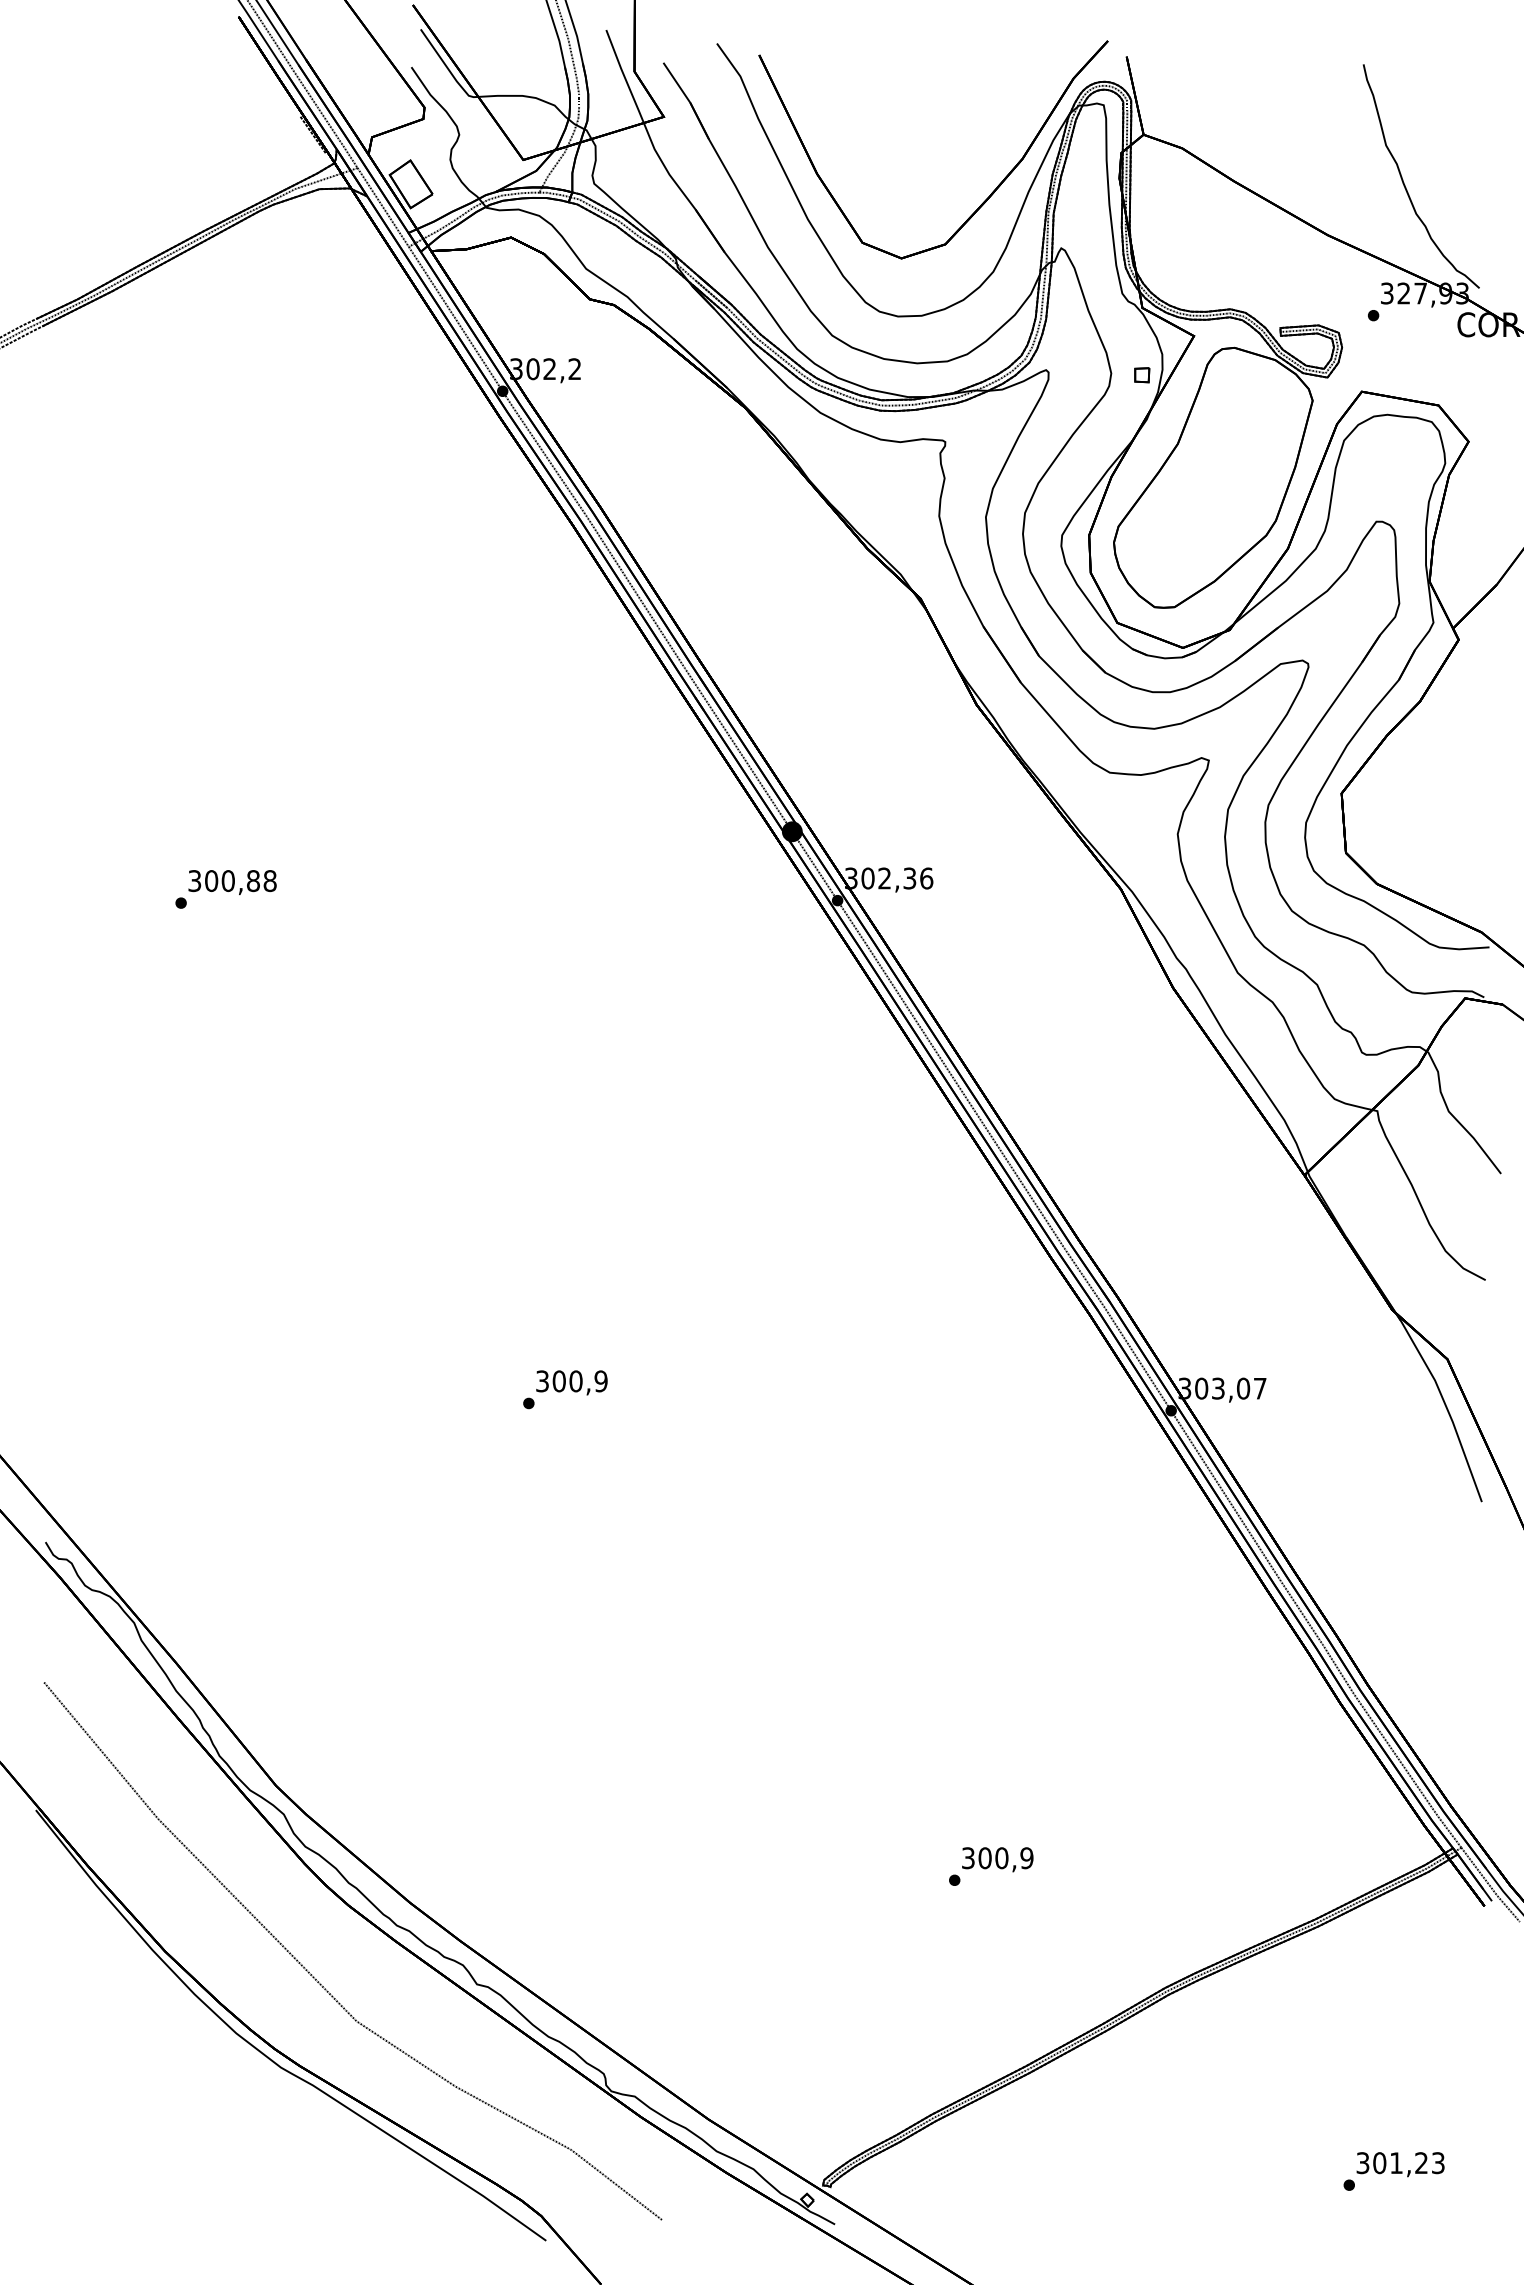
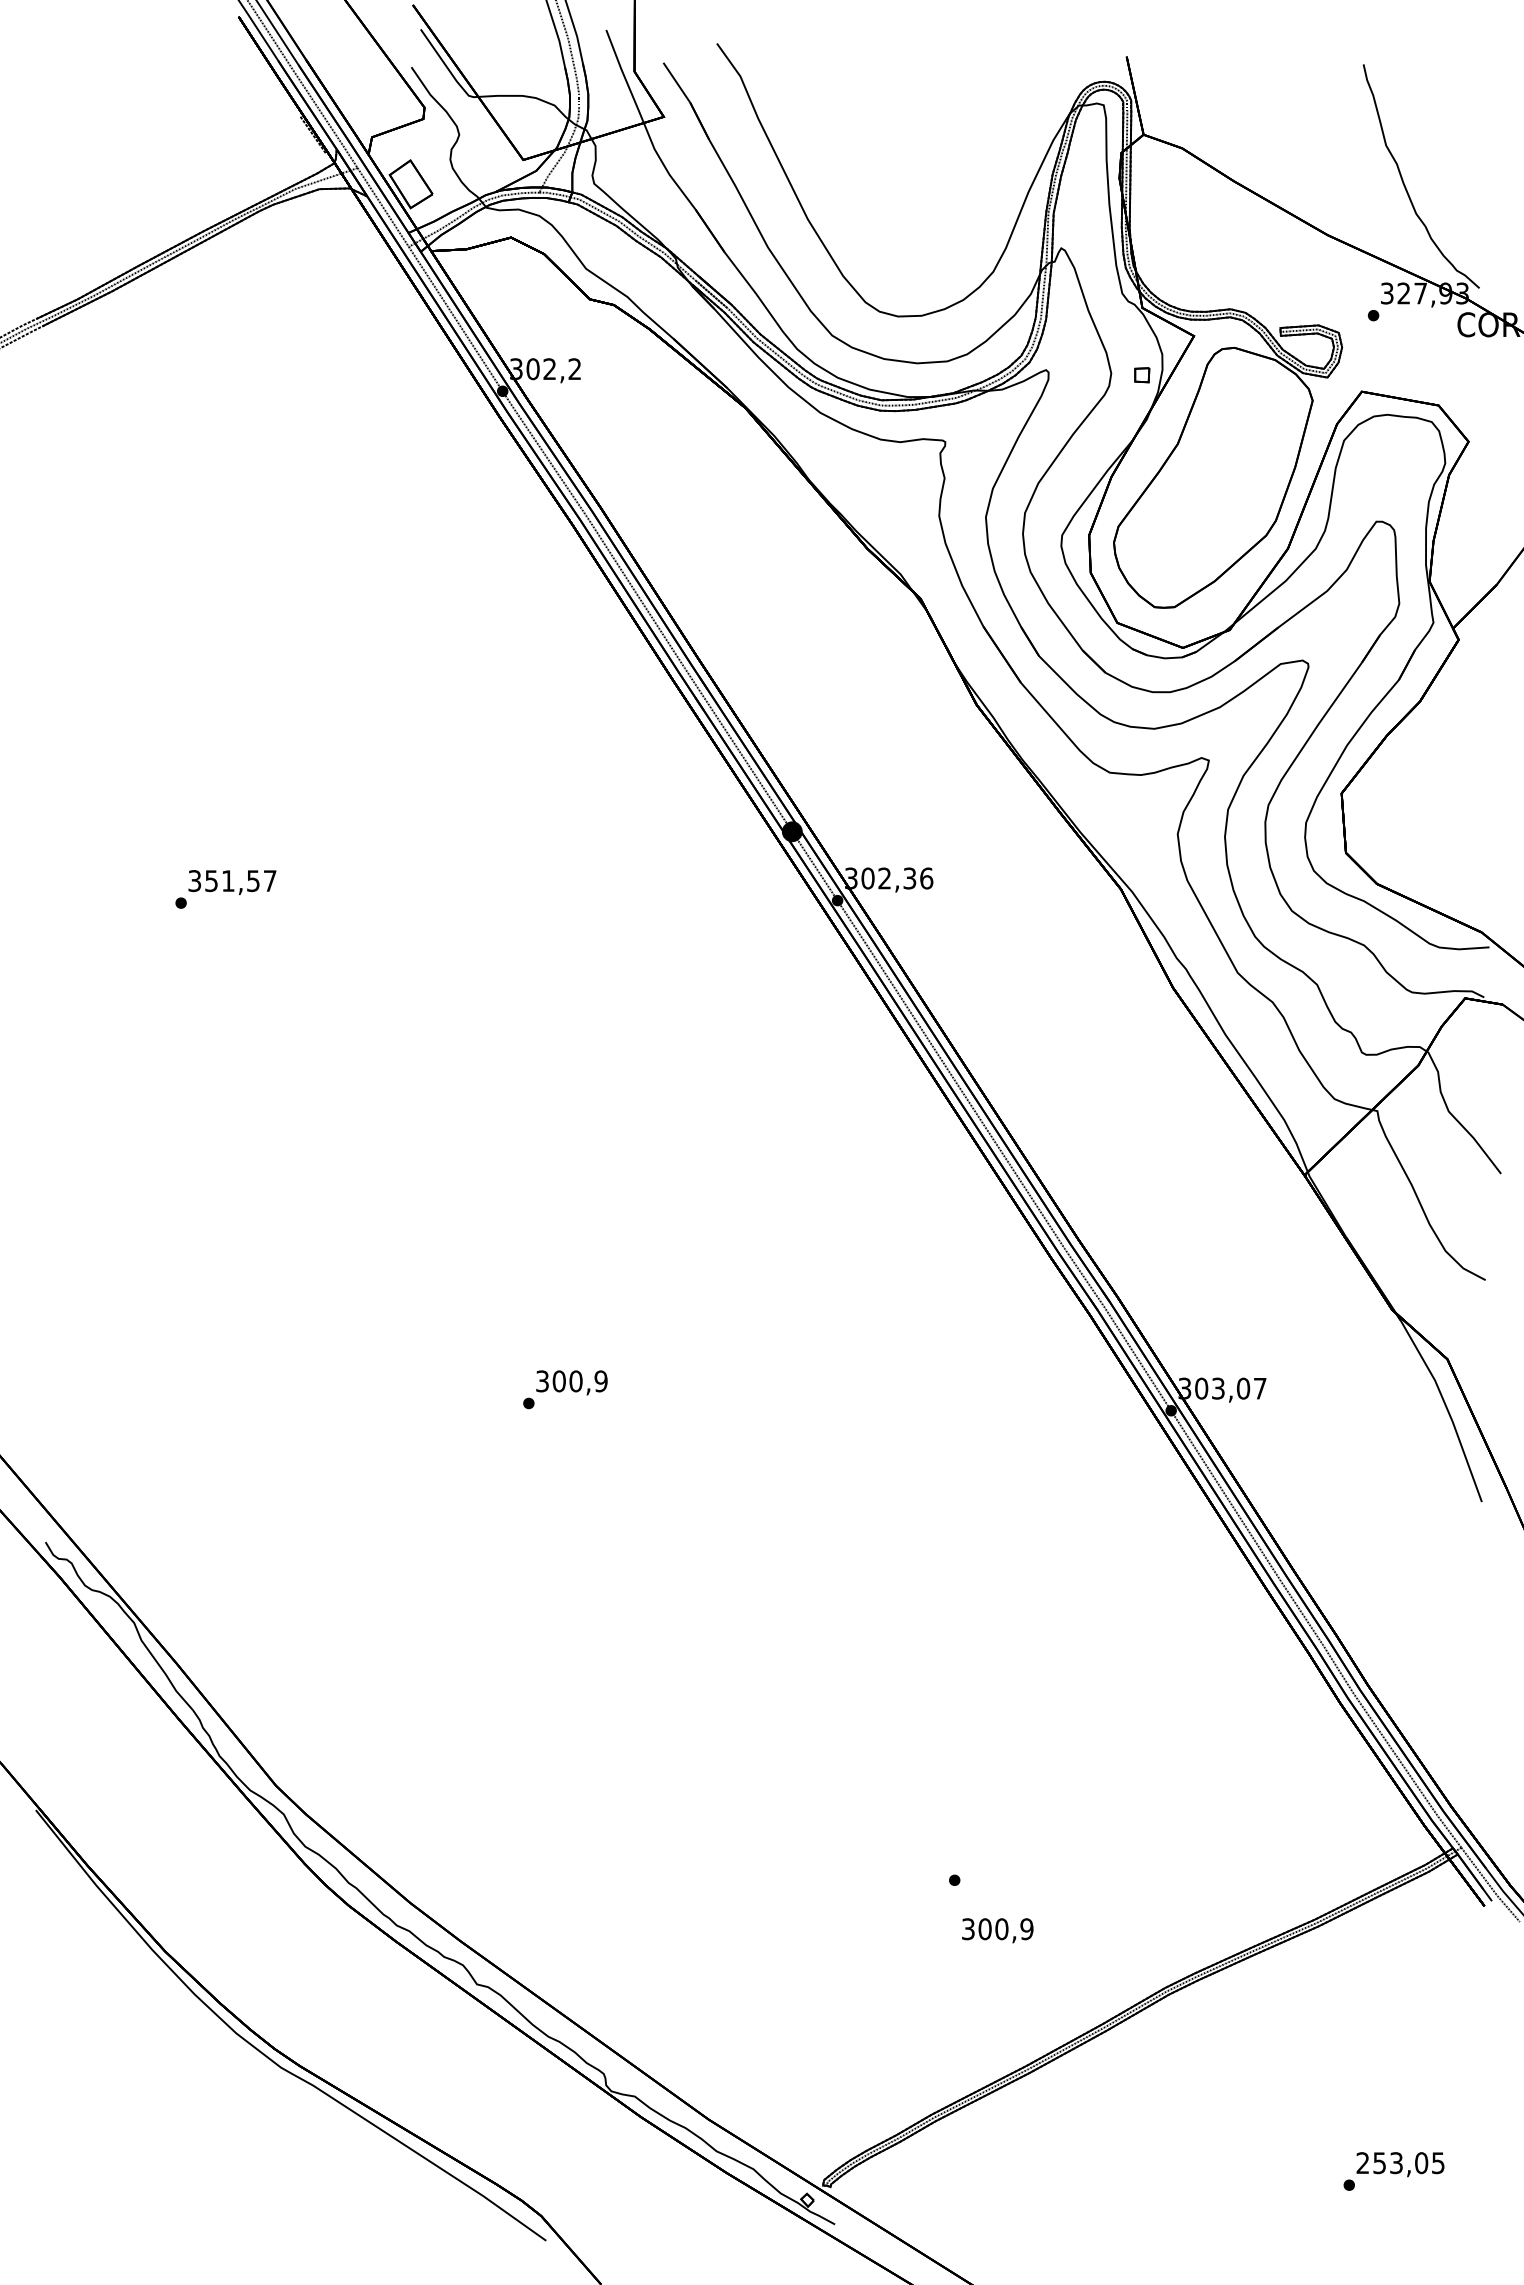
part at (984, 200): present -> none
text at (240, 881): 300,88 -> 351,57
text at (997, 1859) position: (997, 1859) -> (997, 1930)
curve at (320, 1983): present -> none
text at (1400, 2163): 301,23 -> 253,05
